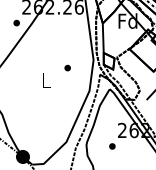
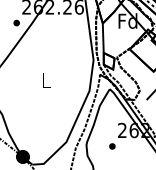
part at (67, 67): present -> none
